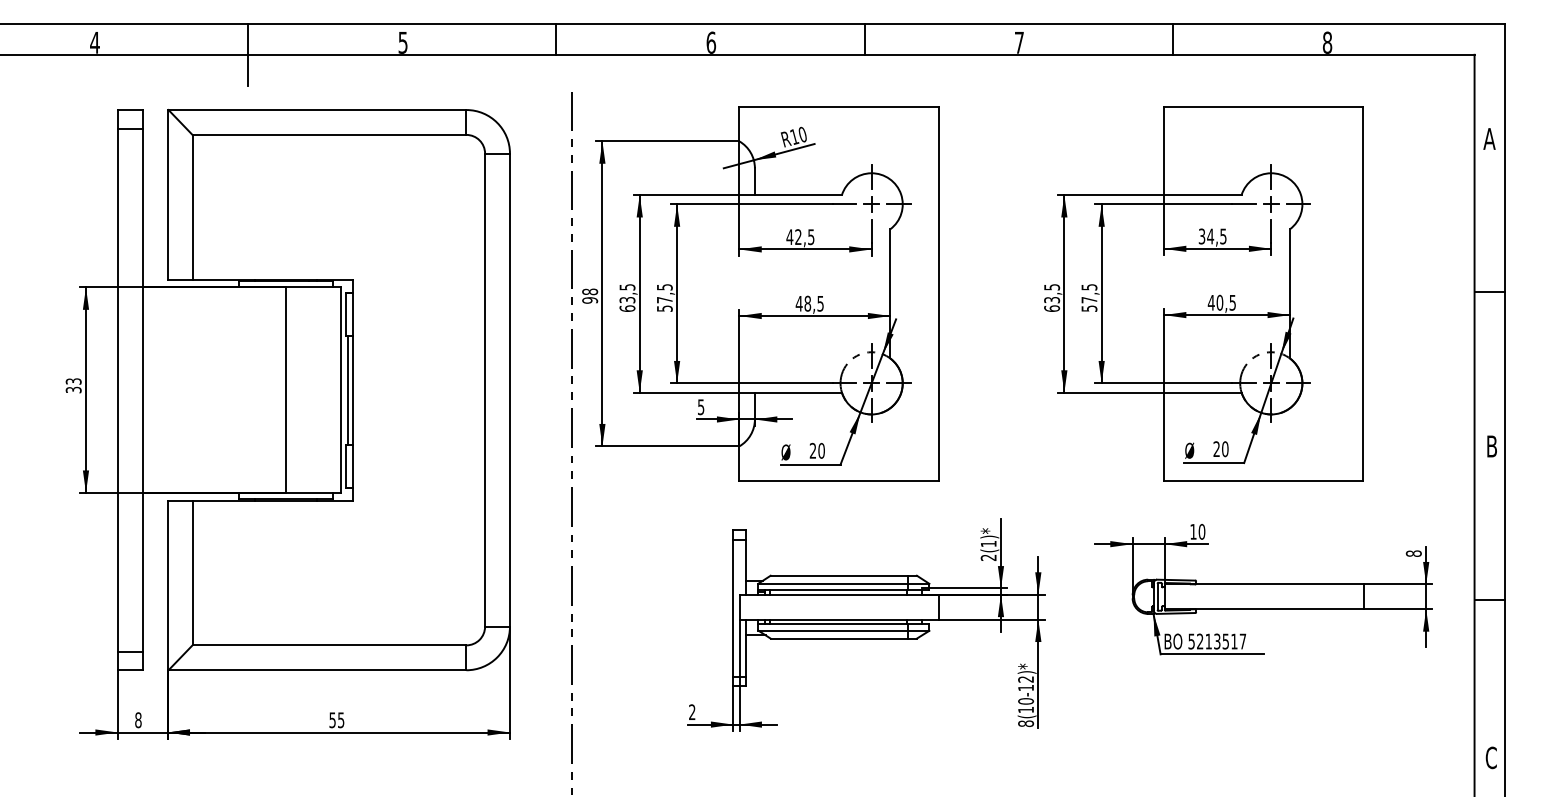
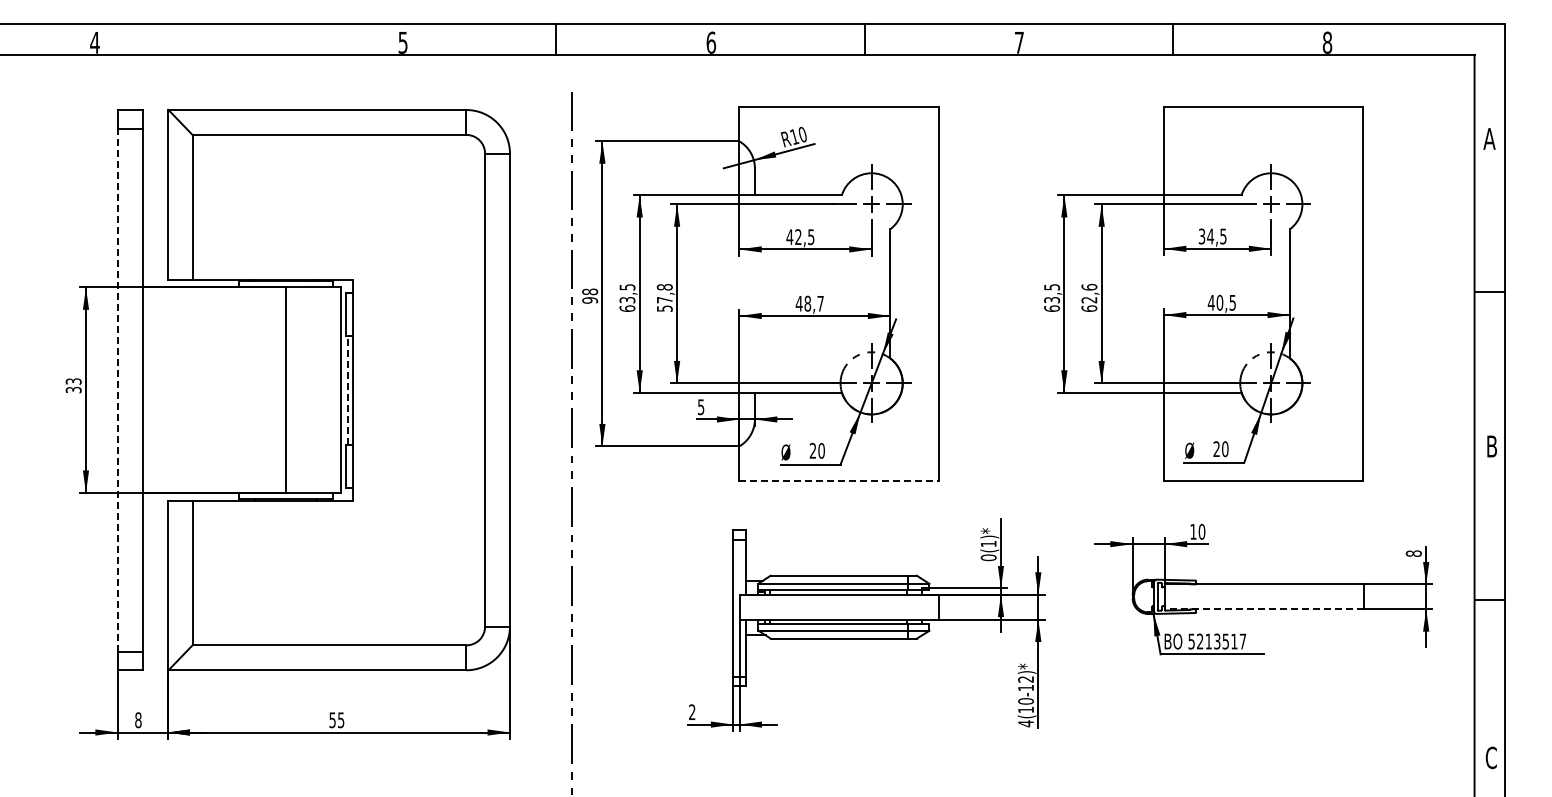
line at (248, 54): present -> none
text at (664, 287): 57,5 -> 57,8
text at (1089, 297): 57,5 -> 62,6
text at (820, 303): 48,5 -> 48,7
line at (117, 389): solid -> dashed
line at (347, 390): solid -> dashed
line at (838, 480): solid -> dashed
text at (988, 557): 2(1)* -> 0(1)*
line at (1264, 609): solid -> dashed
text at (1026, 723): 8(10-12)* -> 4(10-12)*
